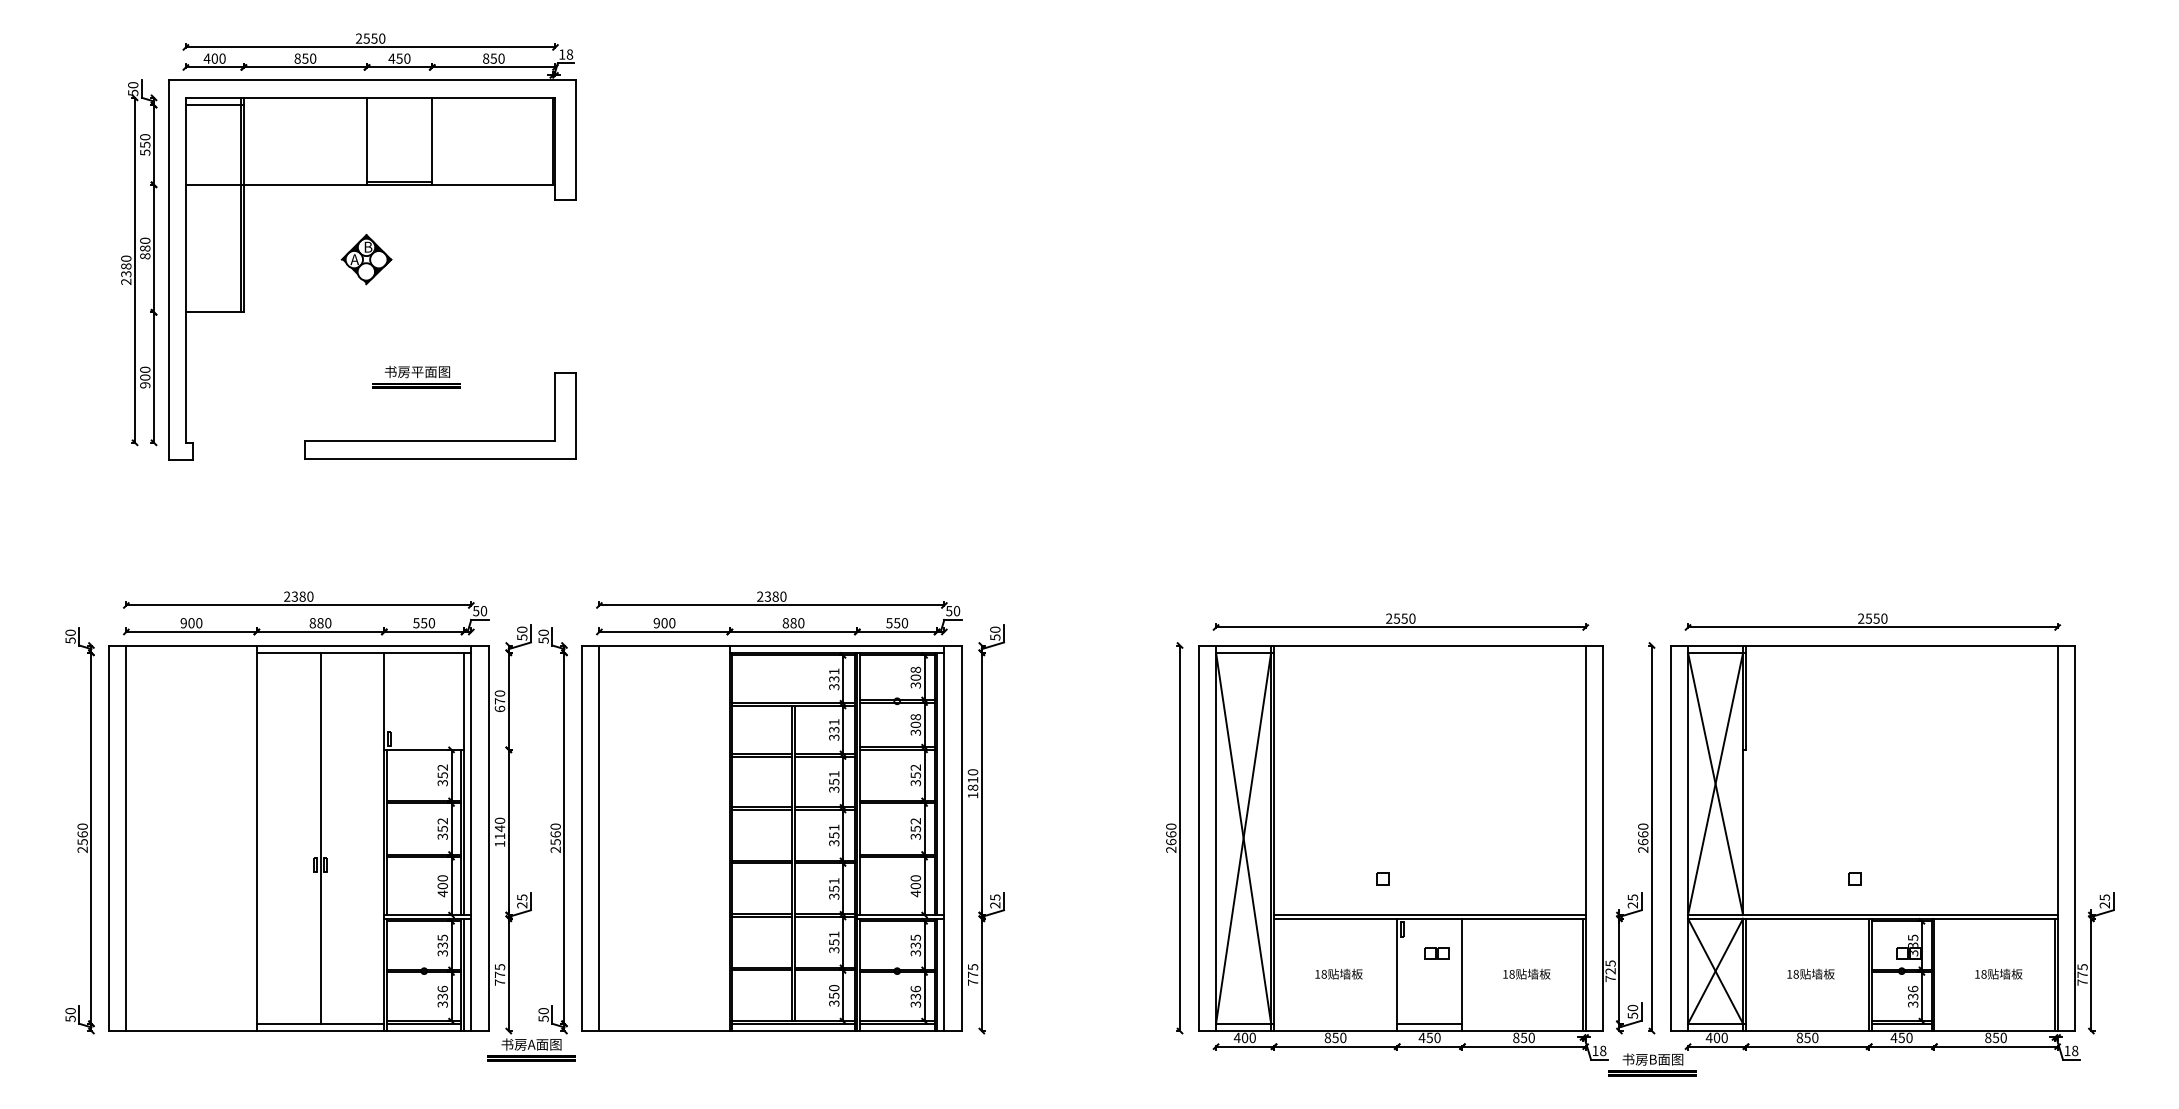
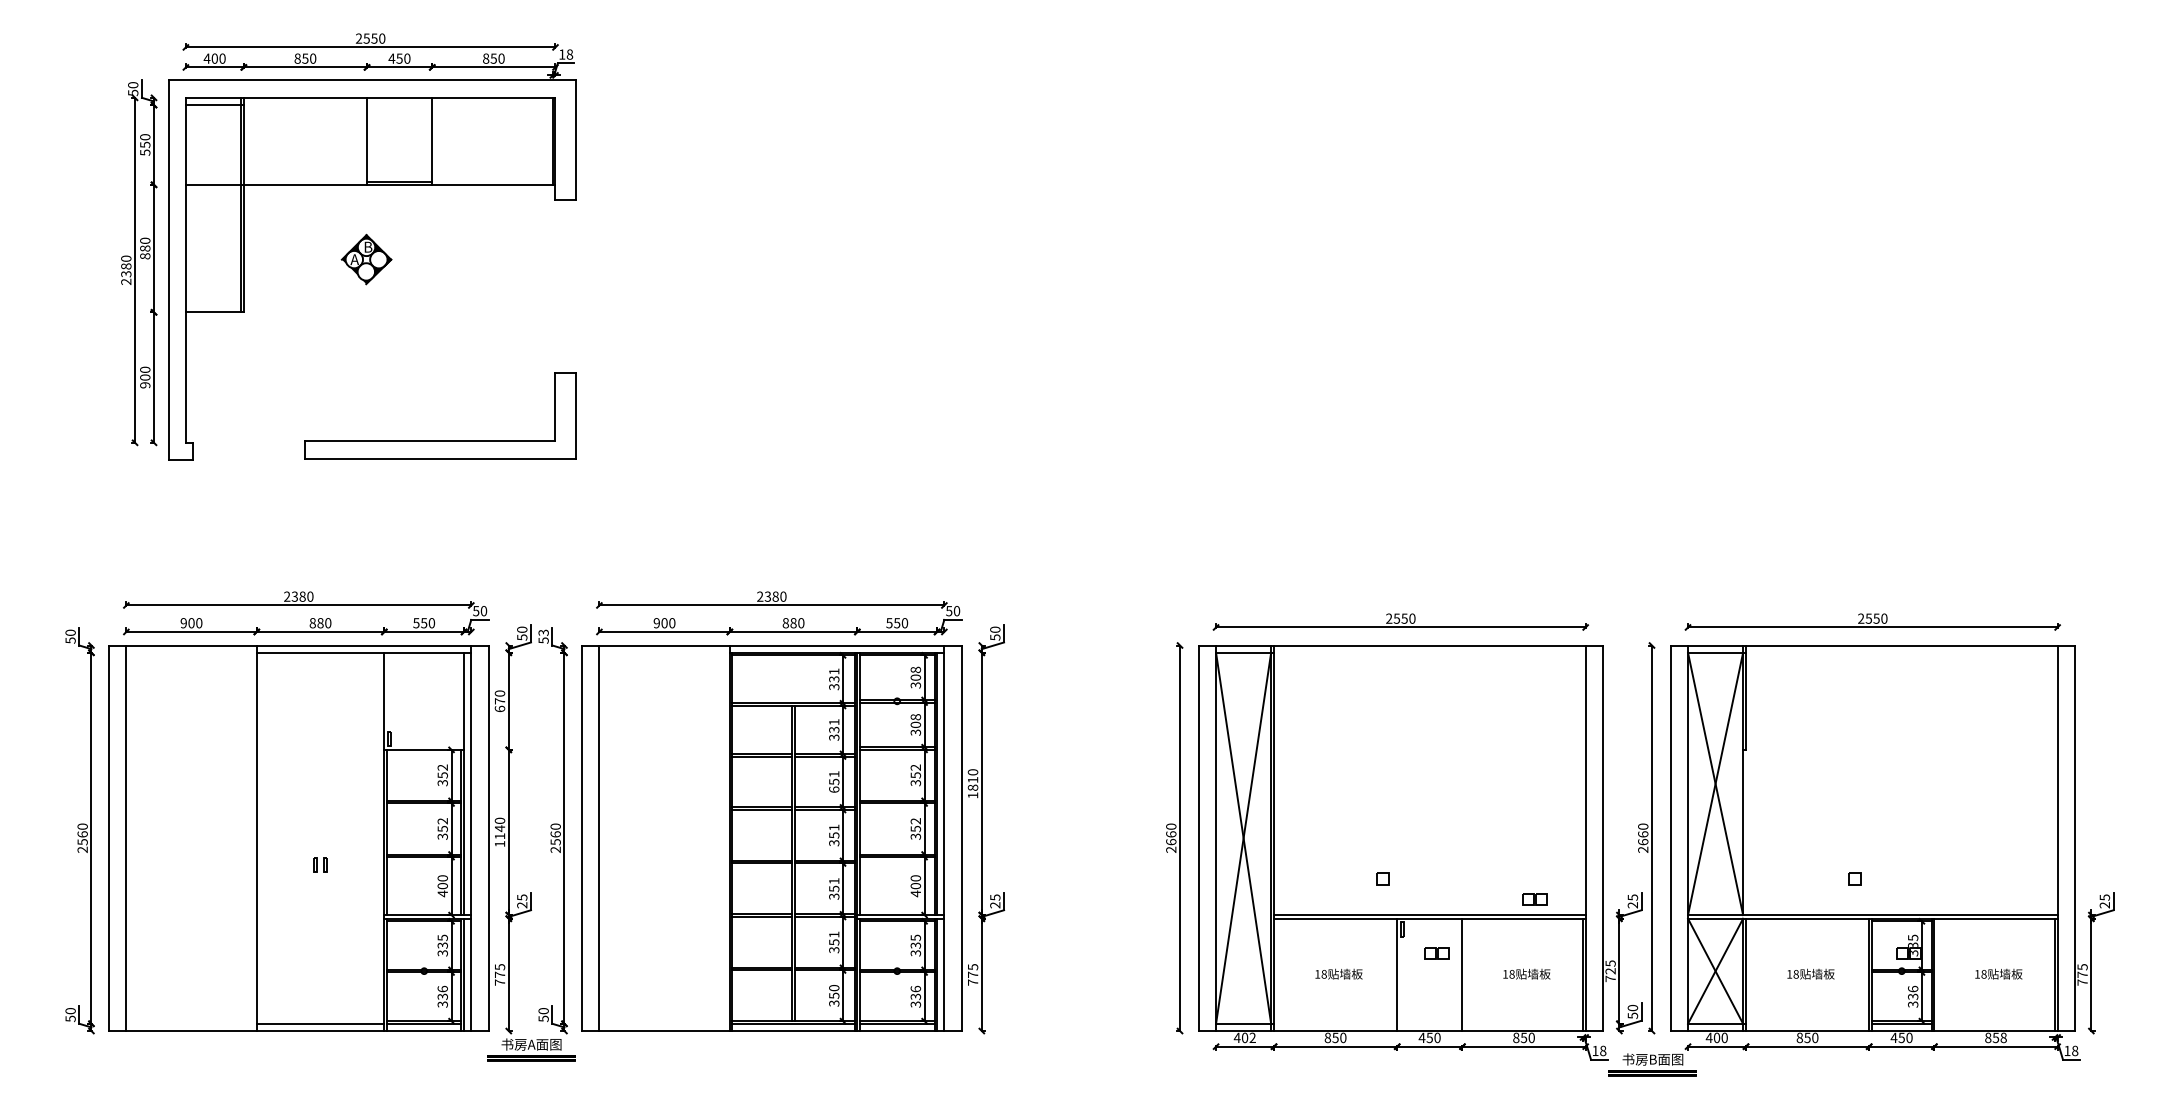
part at (416, 376): present -> none
text at (543, 632): 50 -> 53
text at (834, 789): 351 -> 651
line at (320, 837): present -> none
part at (1534, 899): none -> present
line at (1429, 1023): present -> none
text at (1252, 1037): 400 -> 402
text at (2003, 1037): 850 -> 858
